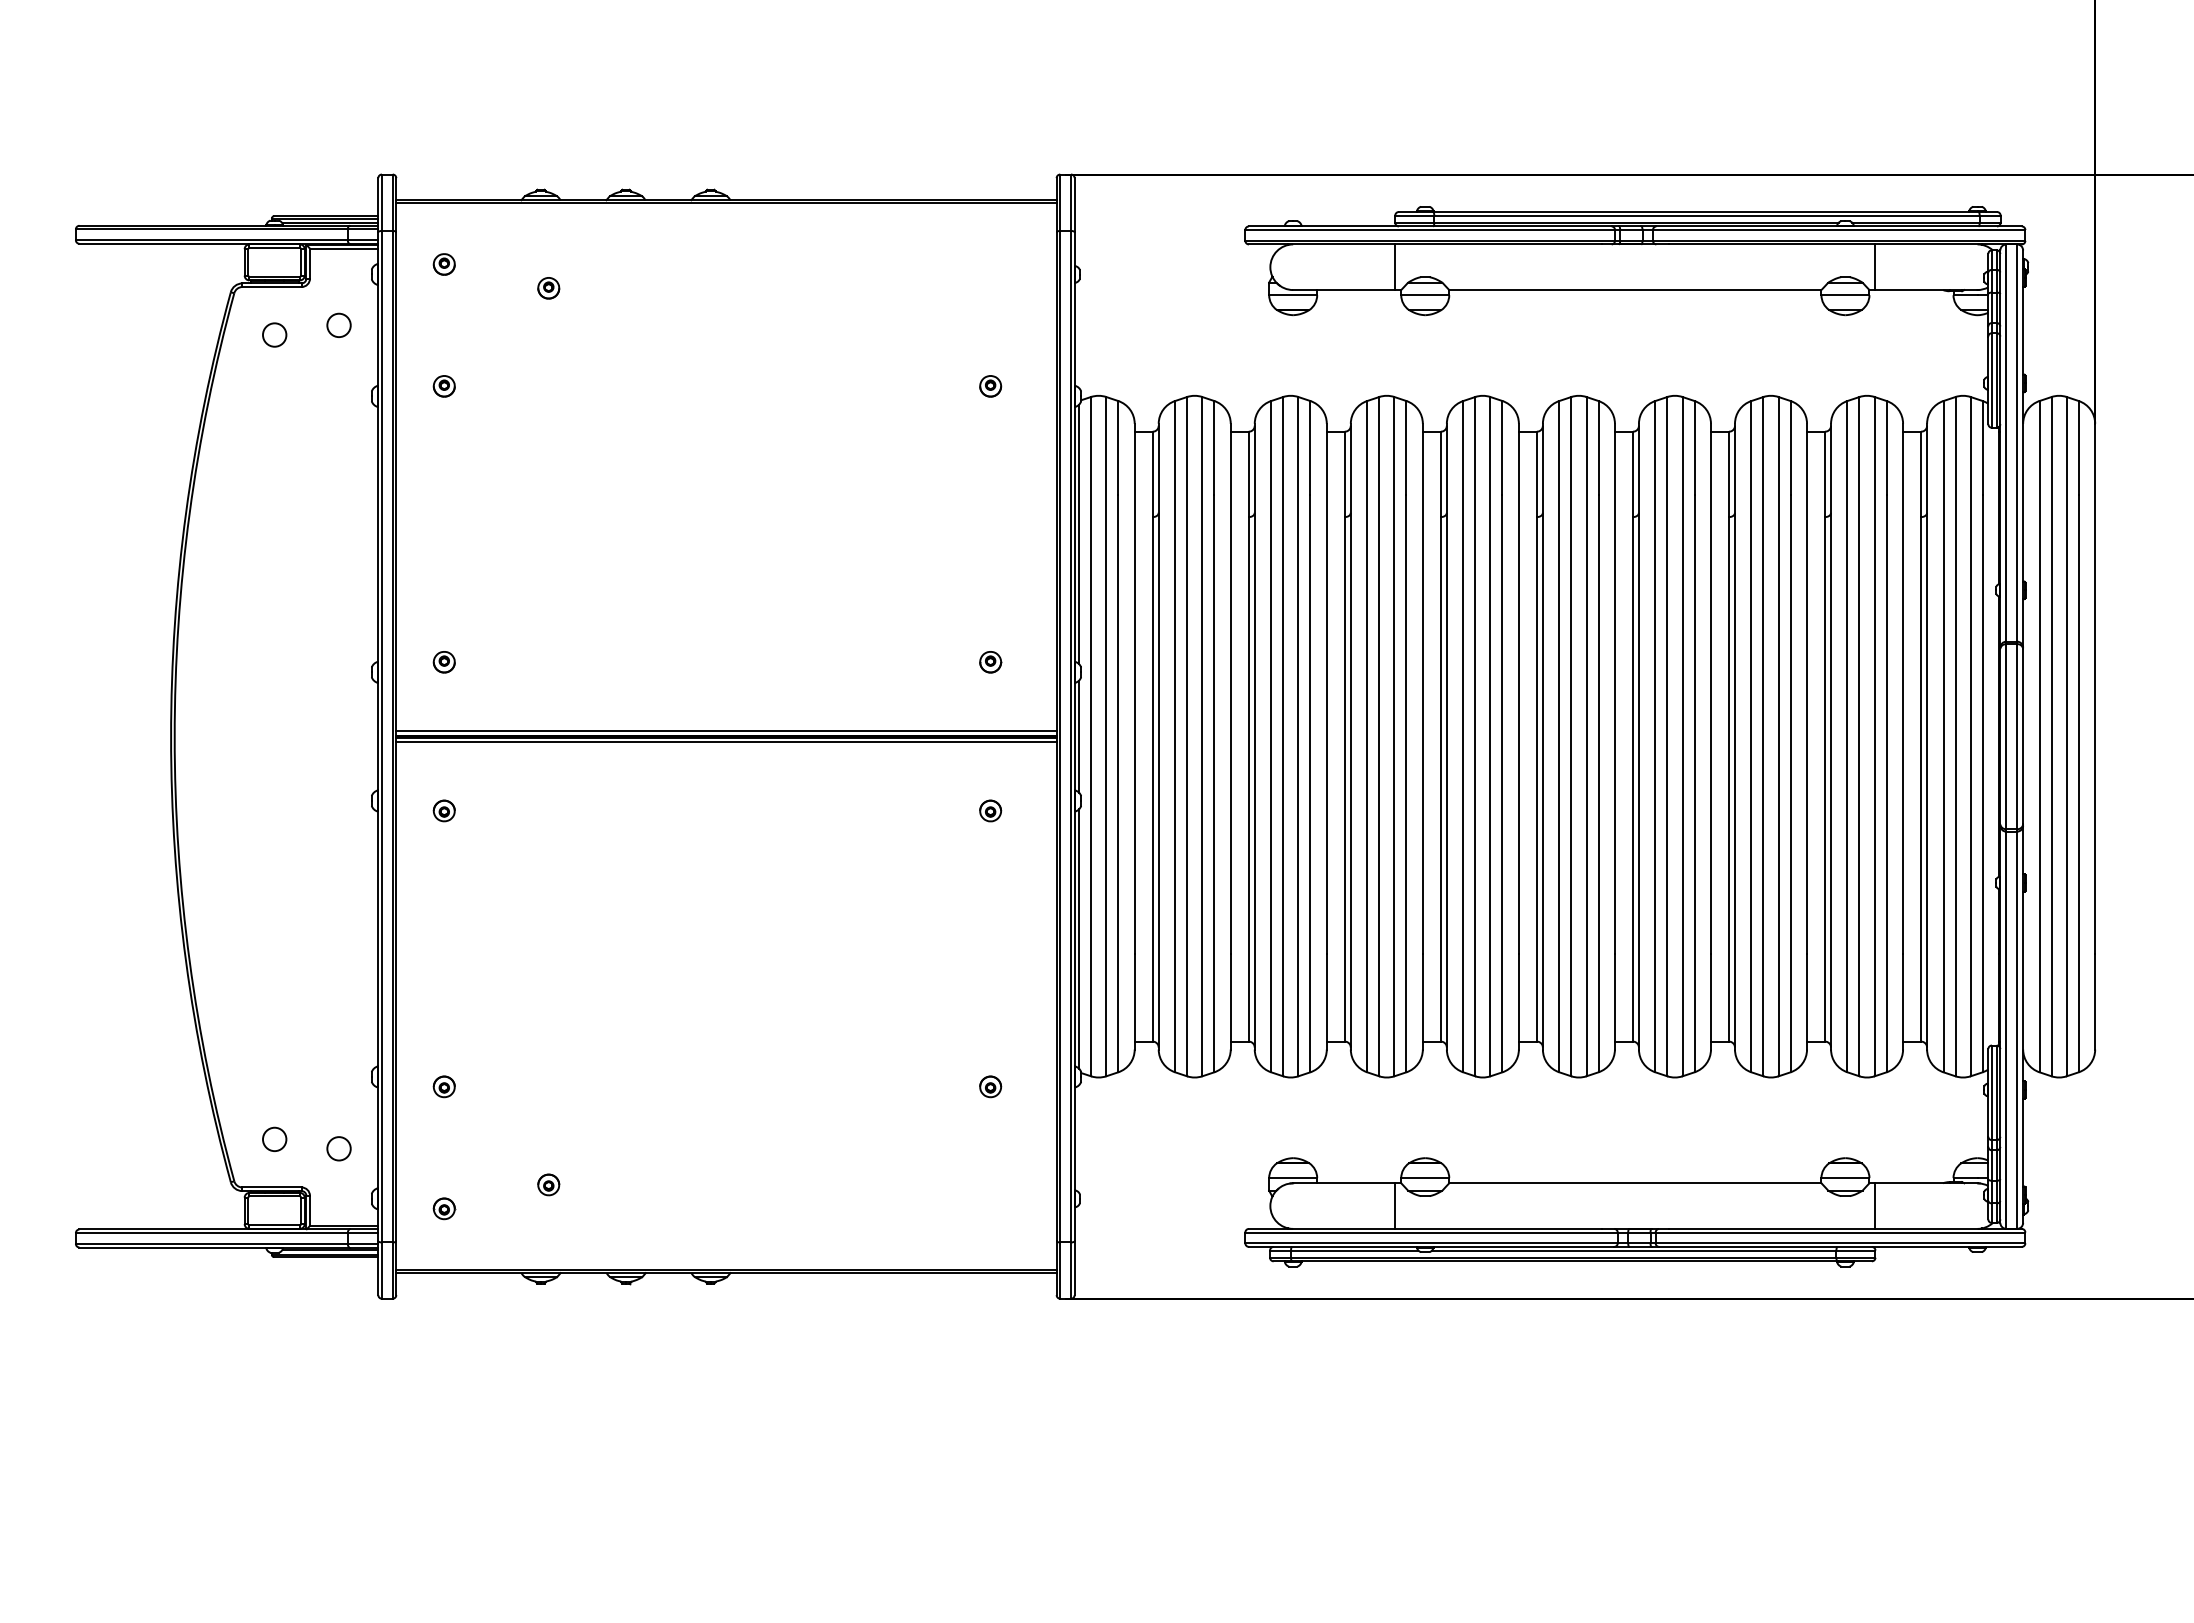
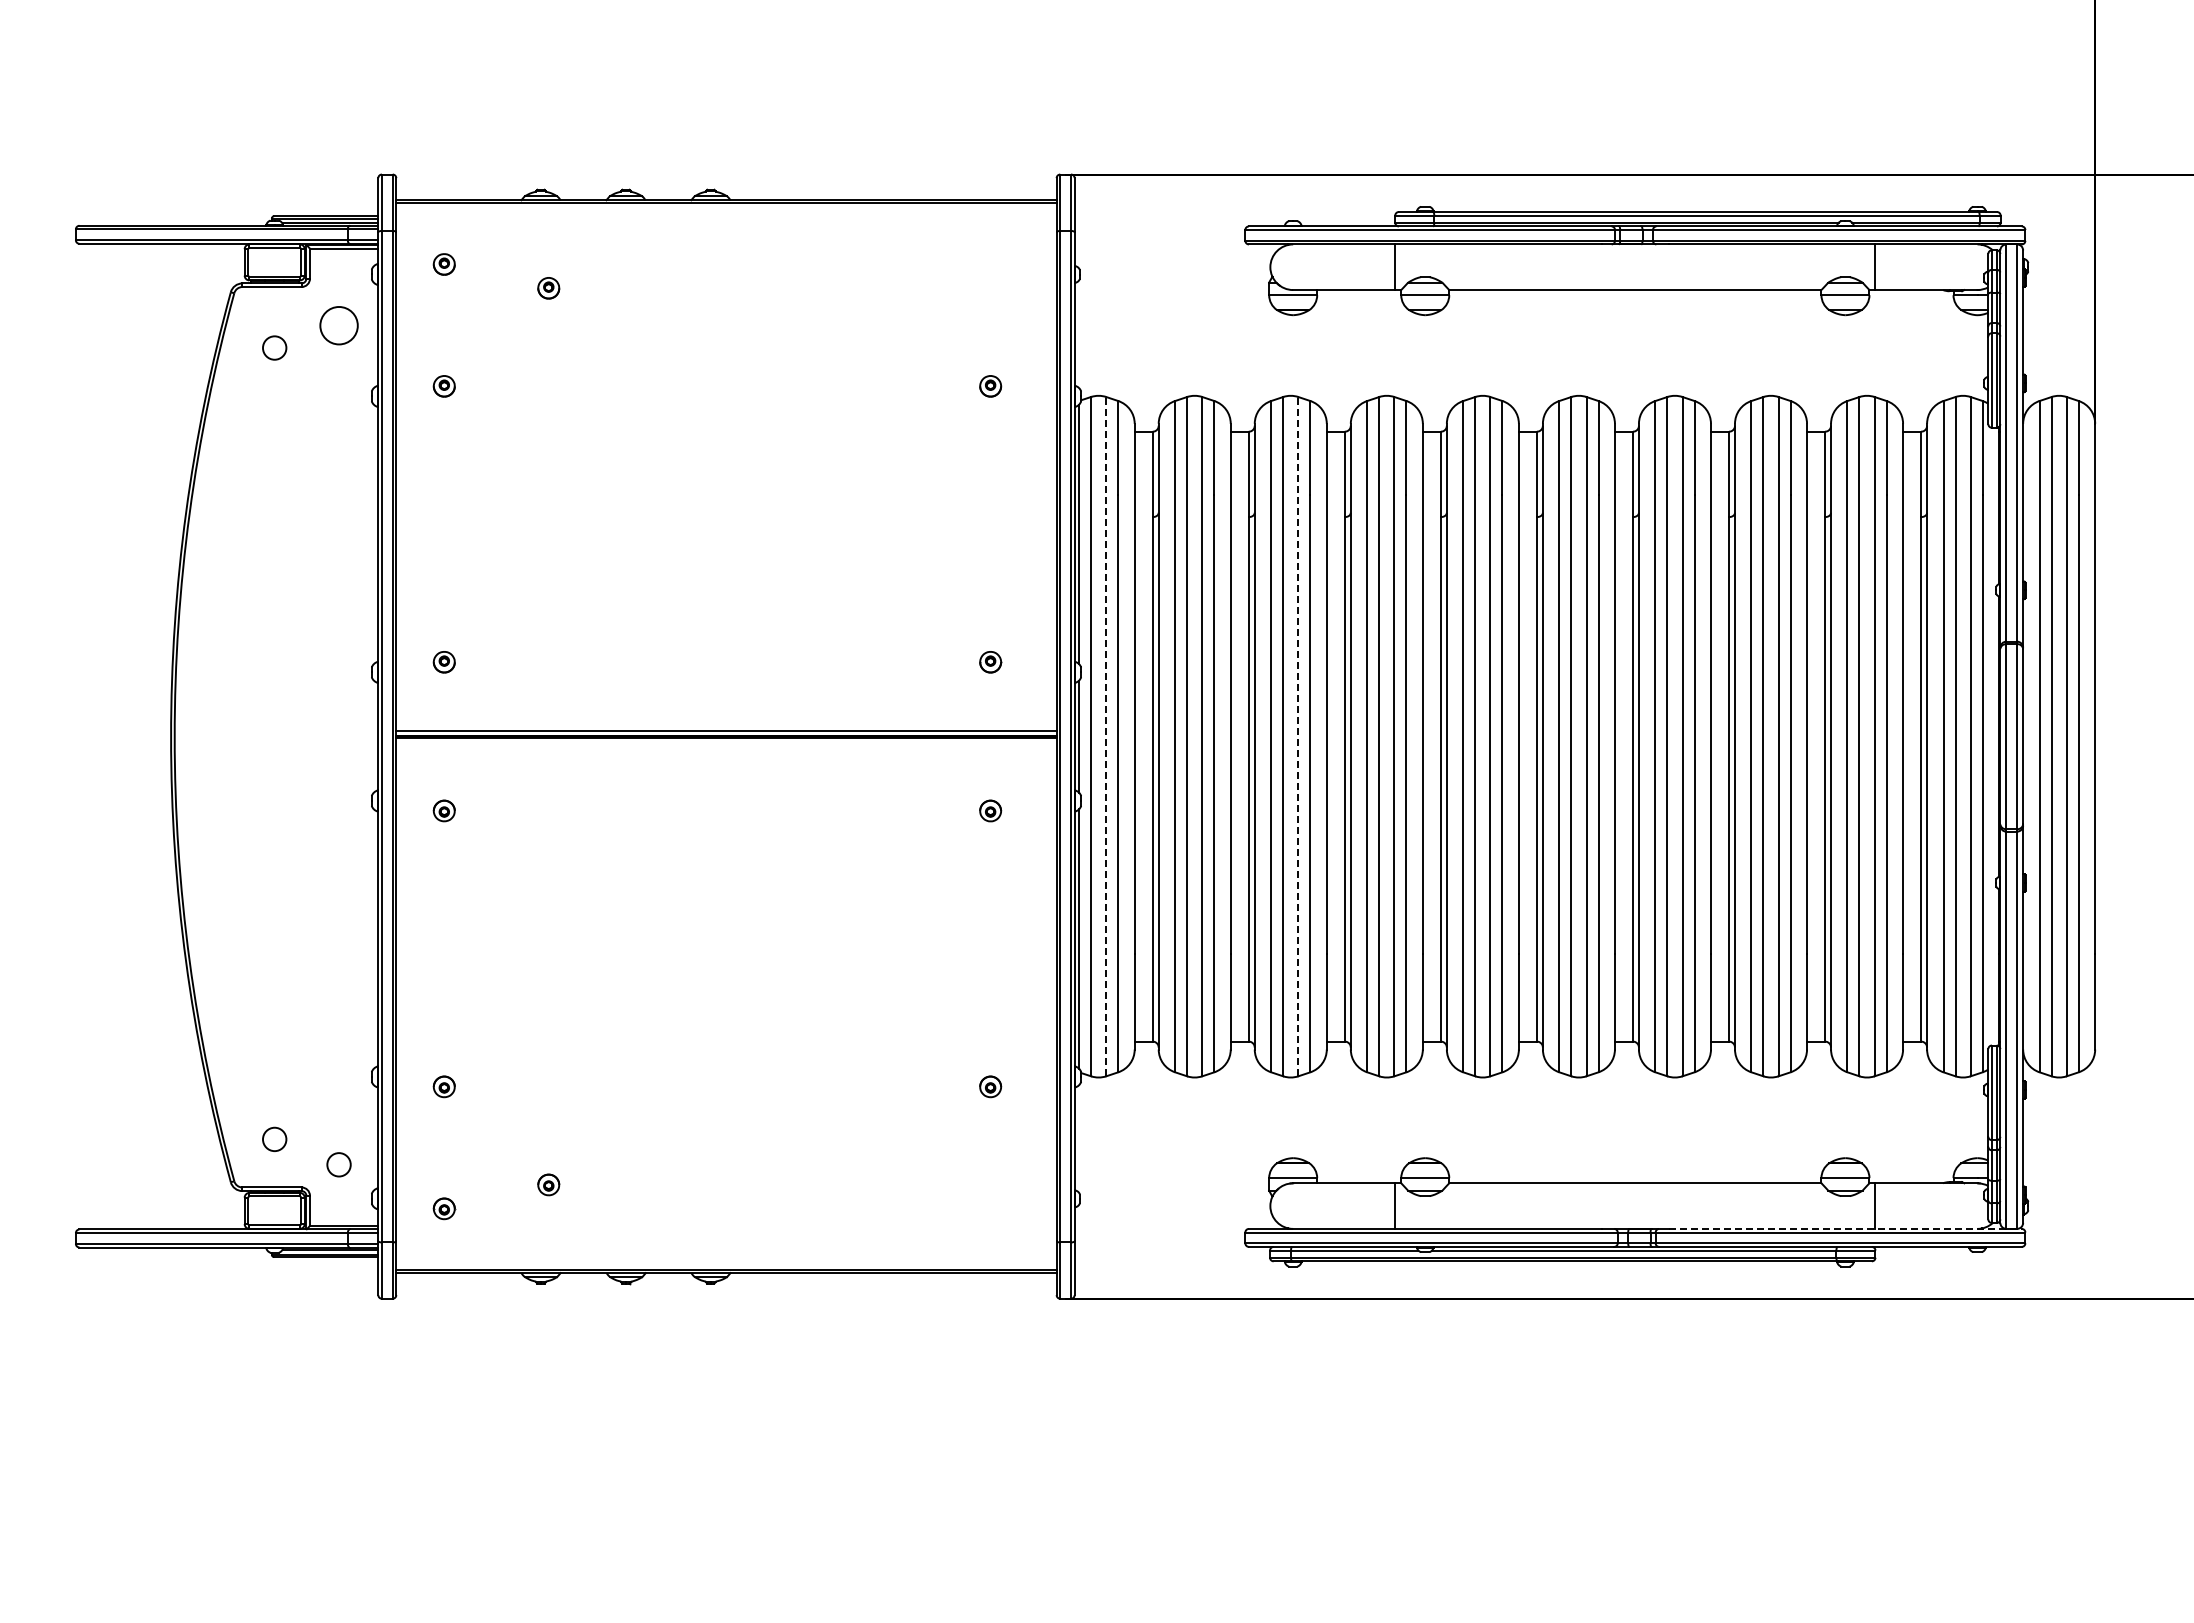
circle at (338, 324) size: 26x26 px -> 40x40 px
circle at (274, 334) position: (274, 334) -> (274, 347)
line at (1106, 736): solid -> dashed
line at (1298, 736): solid -> dashed
line at (726, 741): present -> none
circle at (338, 1148) position: (338, 1148) -> (338, 1164)
line at (1845, 1228): solid -> dashed
